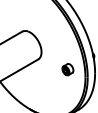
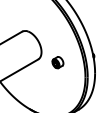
part at (67, 69) position: (67, 69) -> (57, 62)
